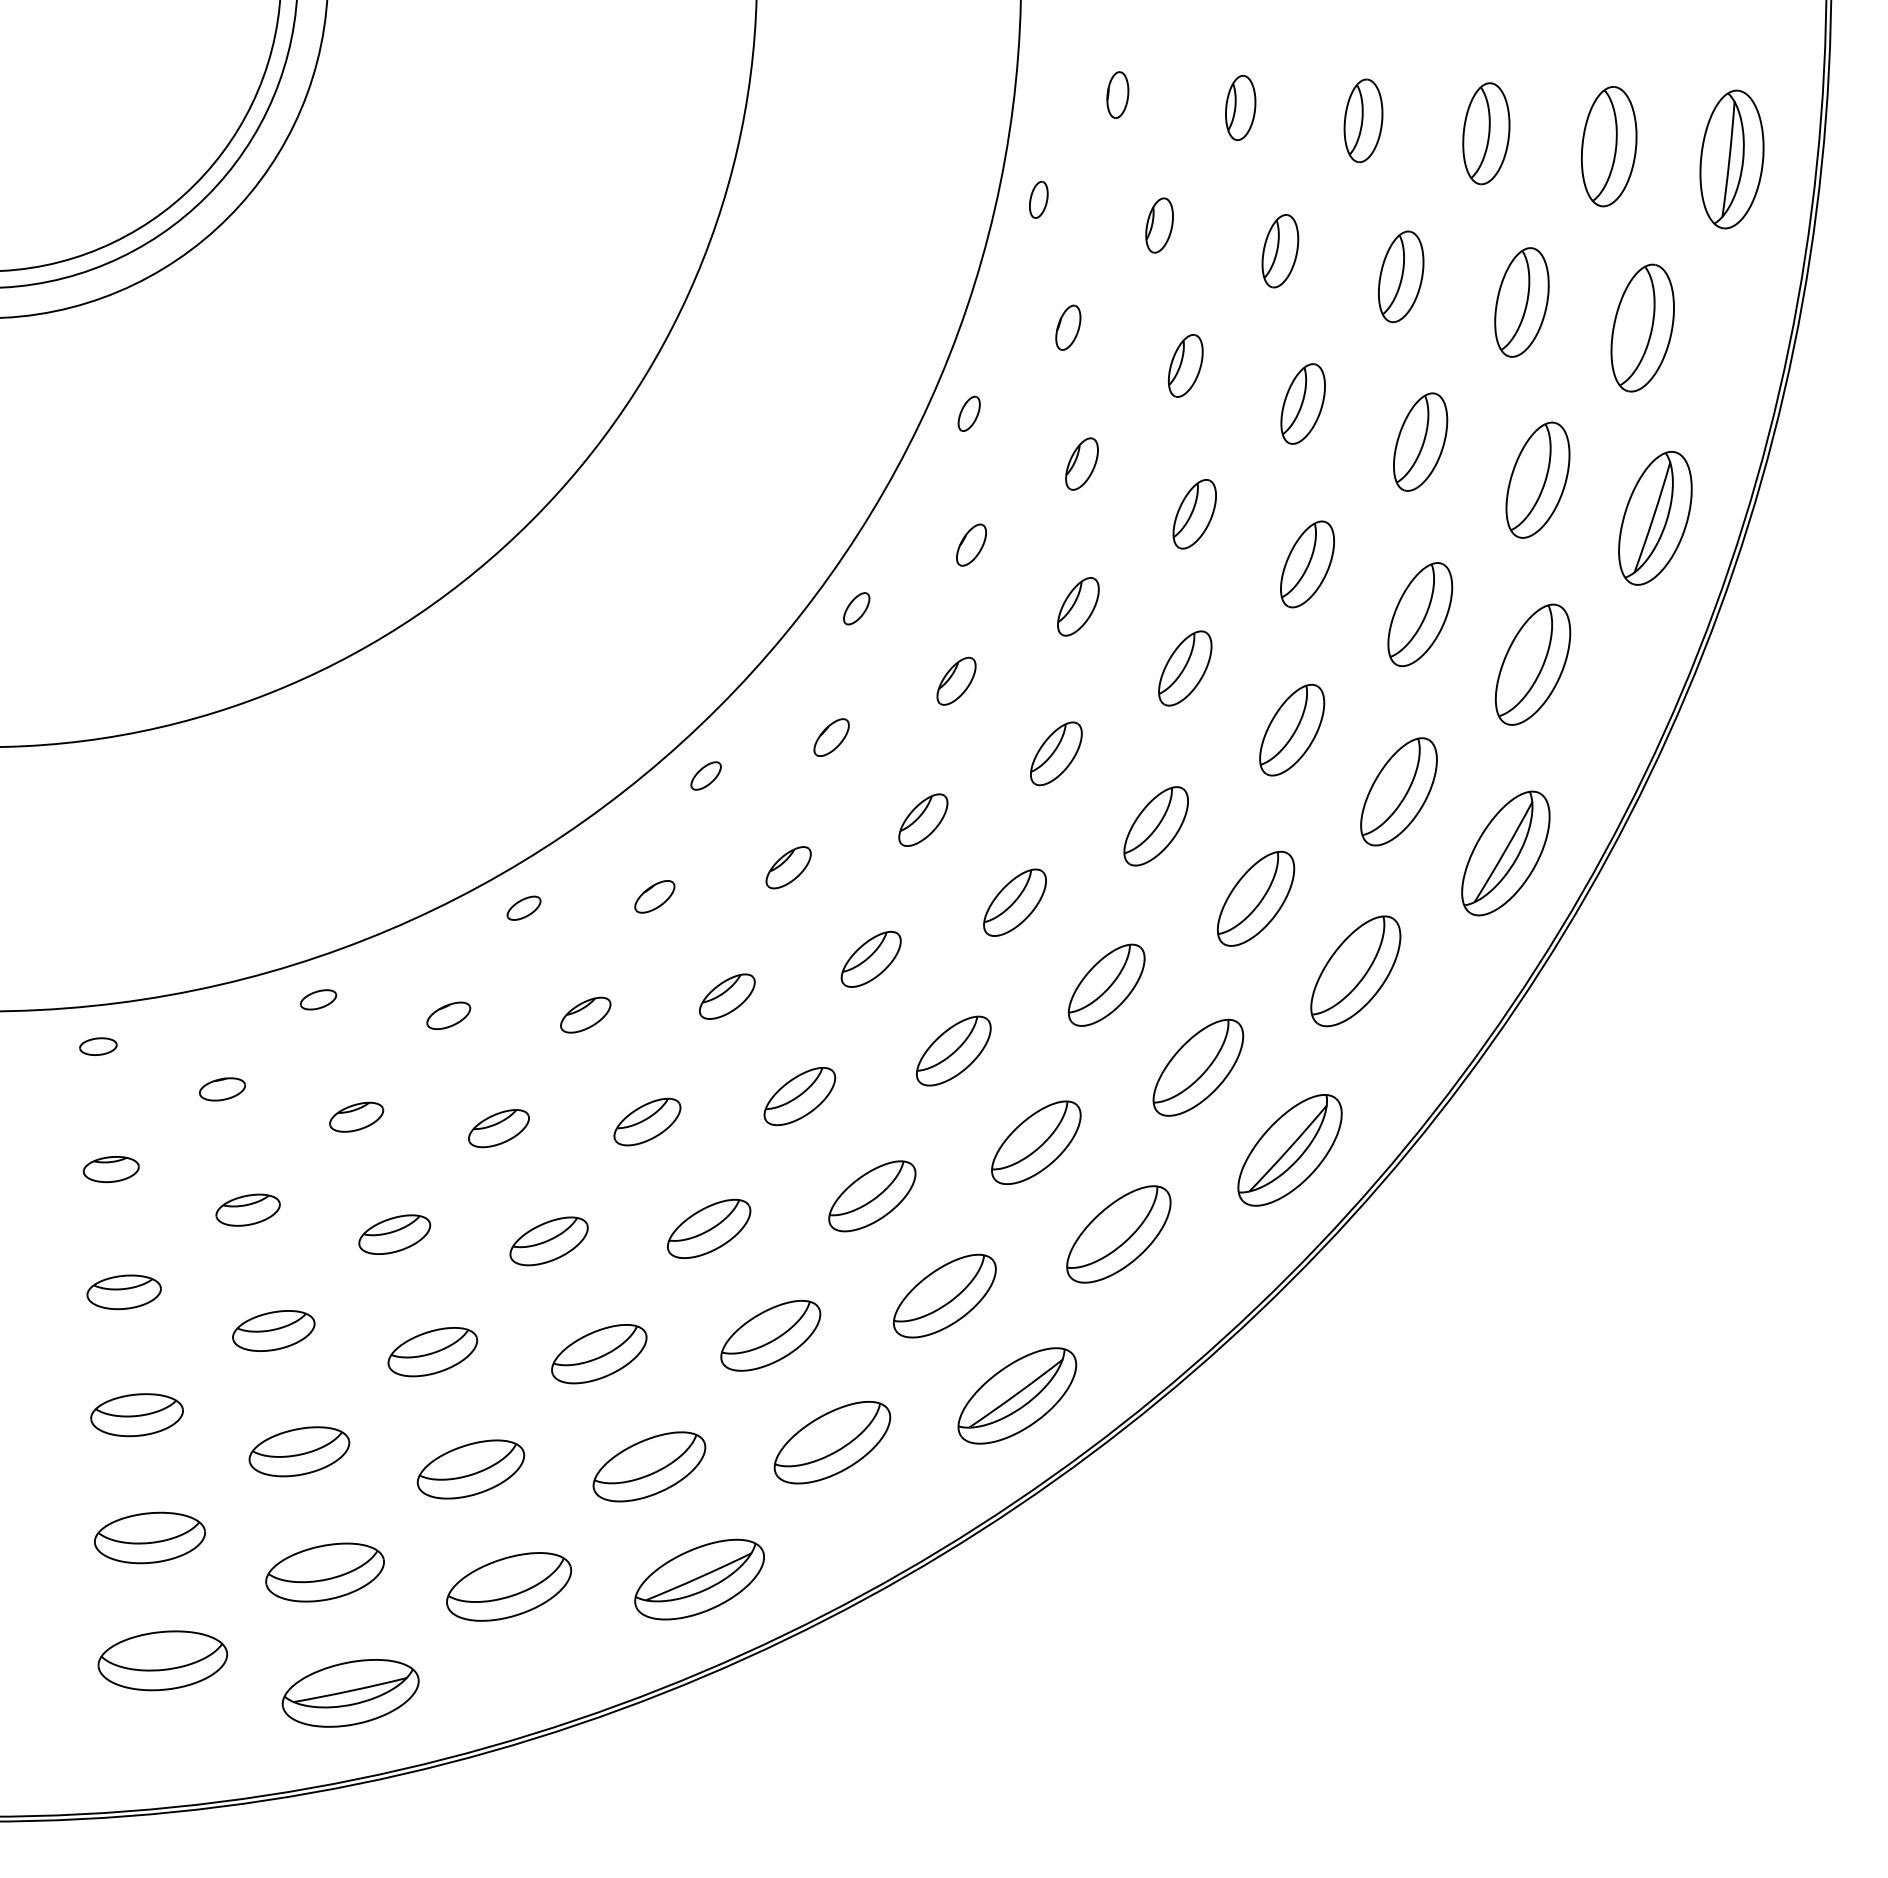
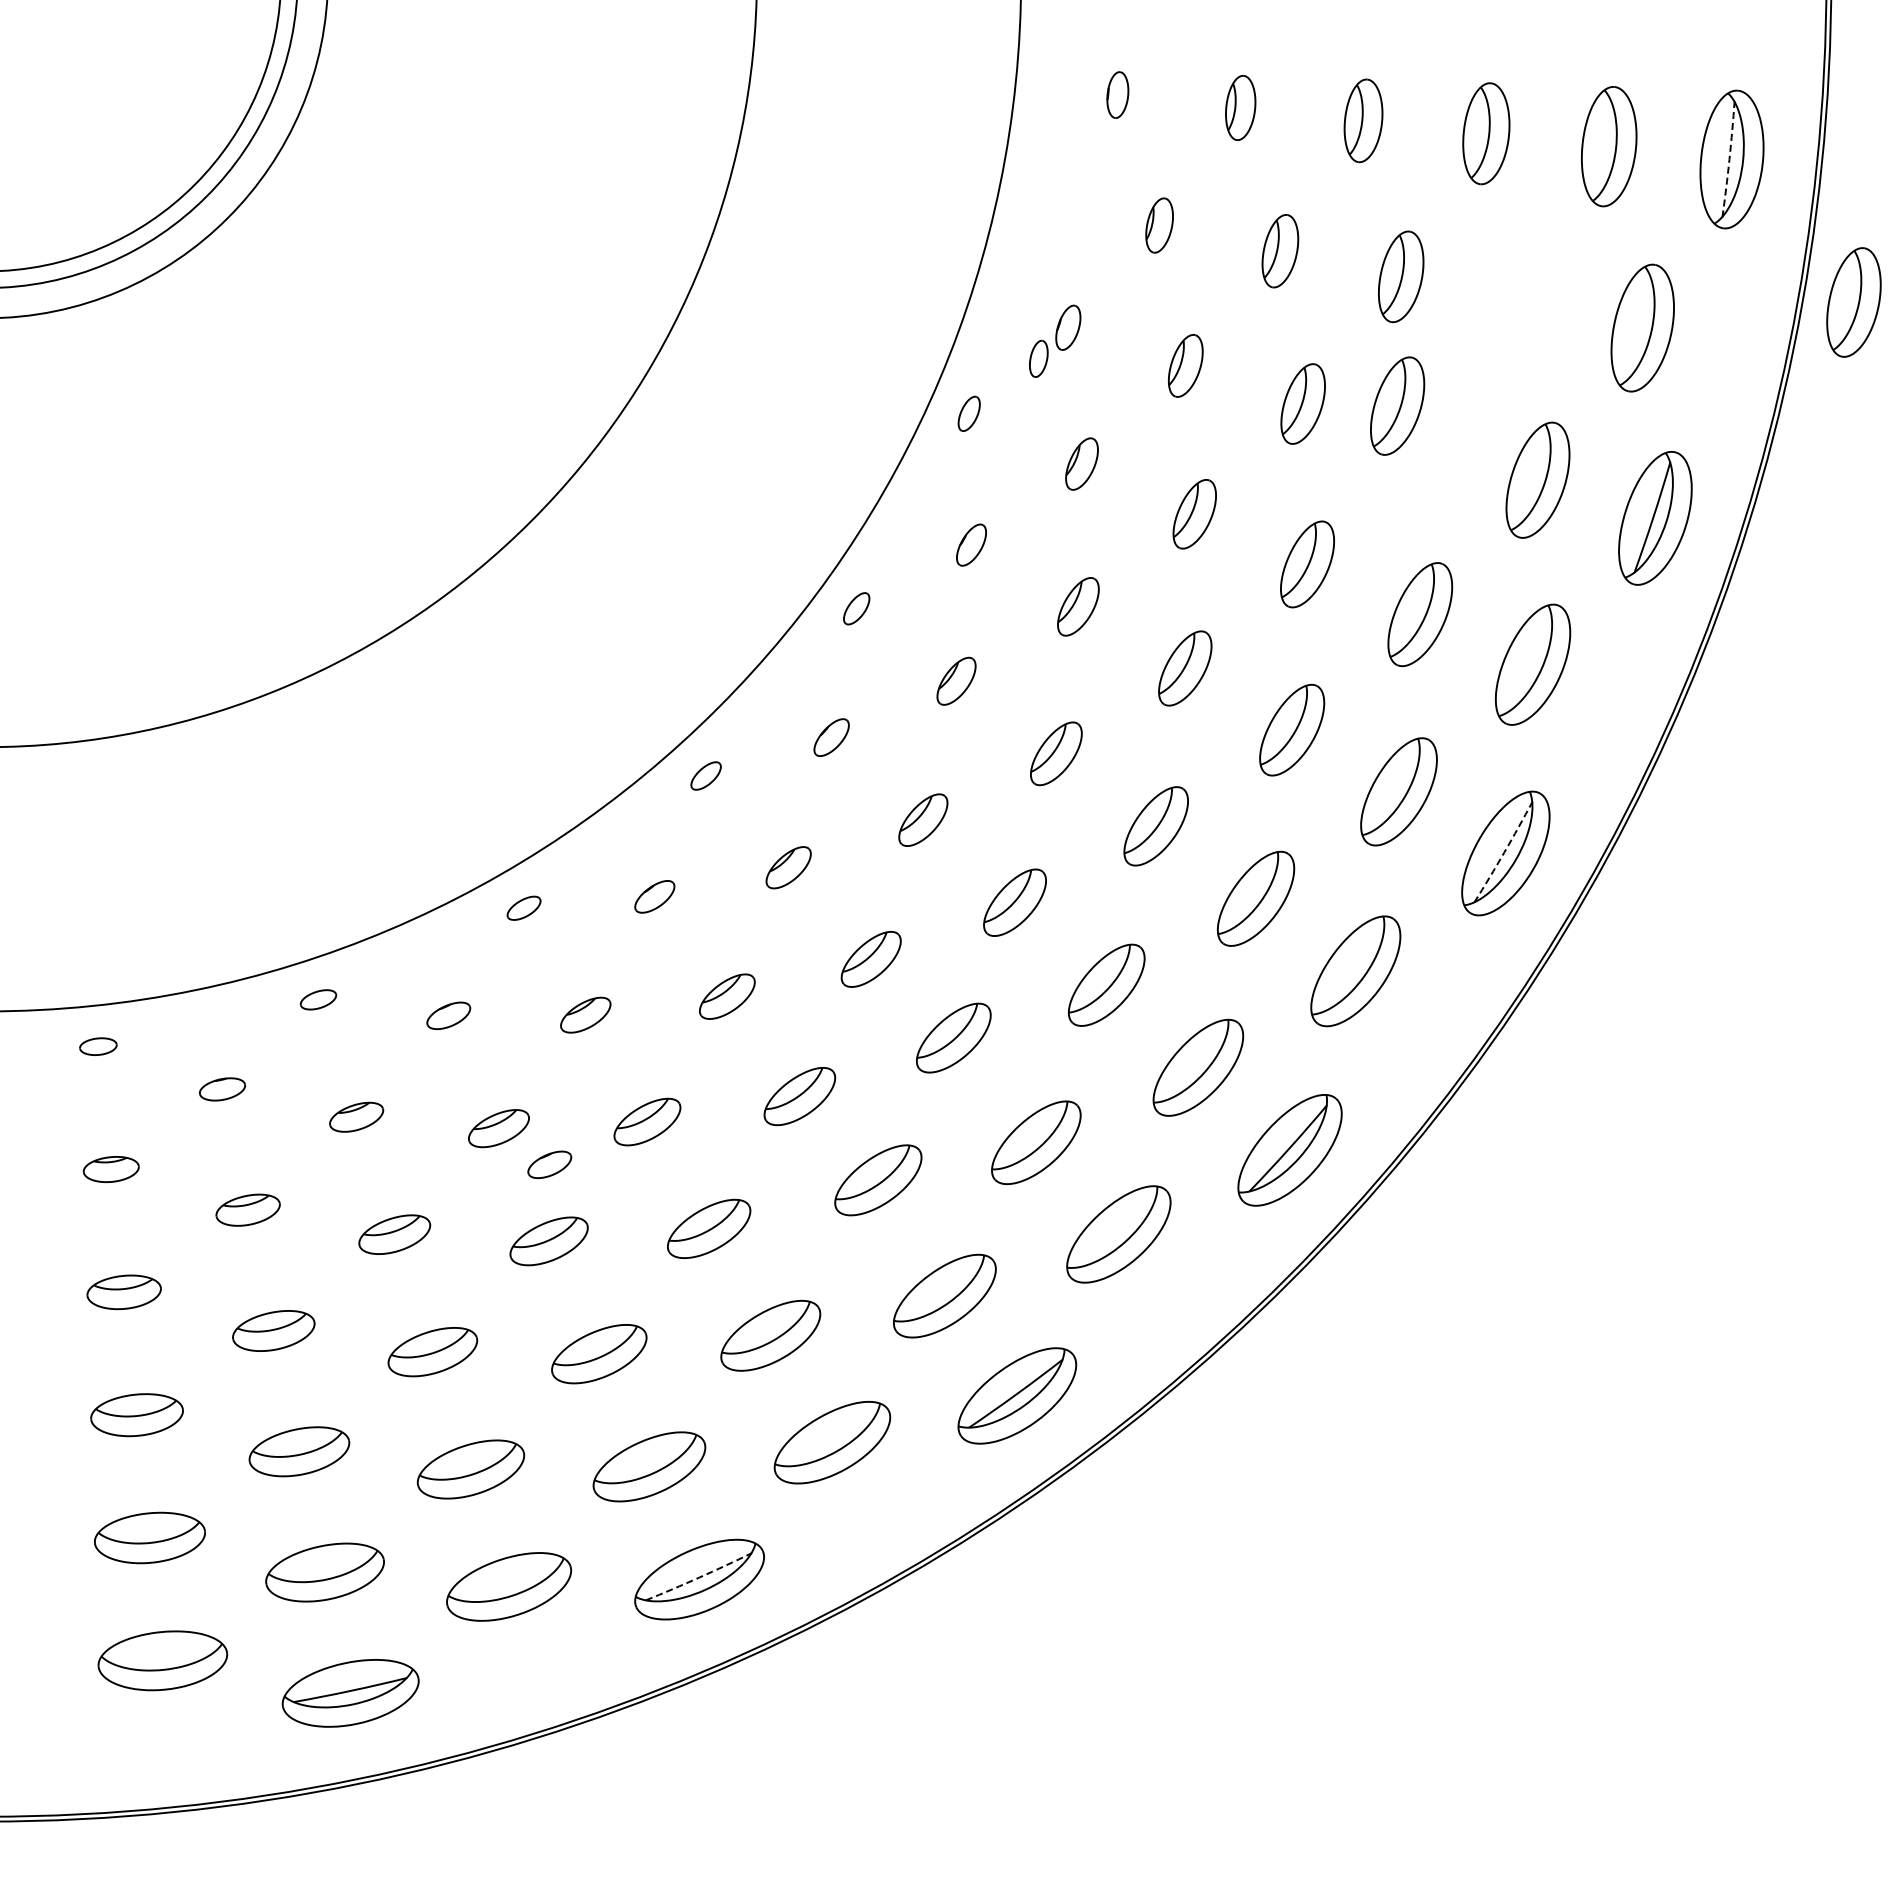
arc at (1729, 159): solid -> dashed
part at (1038, 199) position: (1038, 199) -> (1038, 358)
part at (1521, 302) position: (1521, 302) -> (1853, 302)
part at (1420, 441) position: (1420, 441) -> (1397, 405)
arc at (1504, 852): solid -> dashed
part at (953, 1050) position: (953, 1050) -> (953, 1037)
part at (549, 1164): none -> present
part at (872, 1196) position: (872, 1196) -> (878, 1180)
arc at (699, 1577): solid -> dashed
